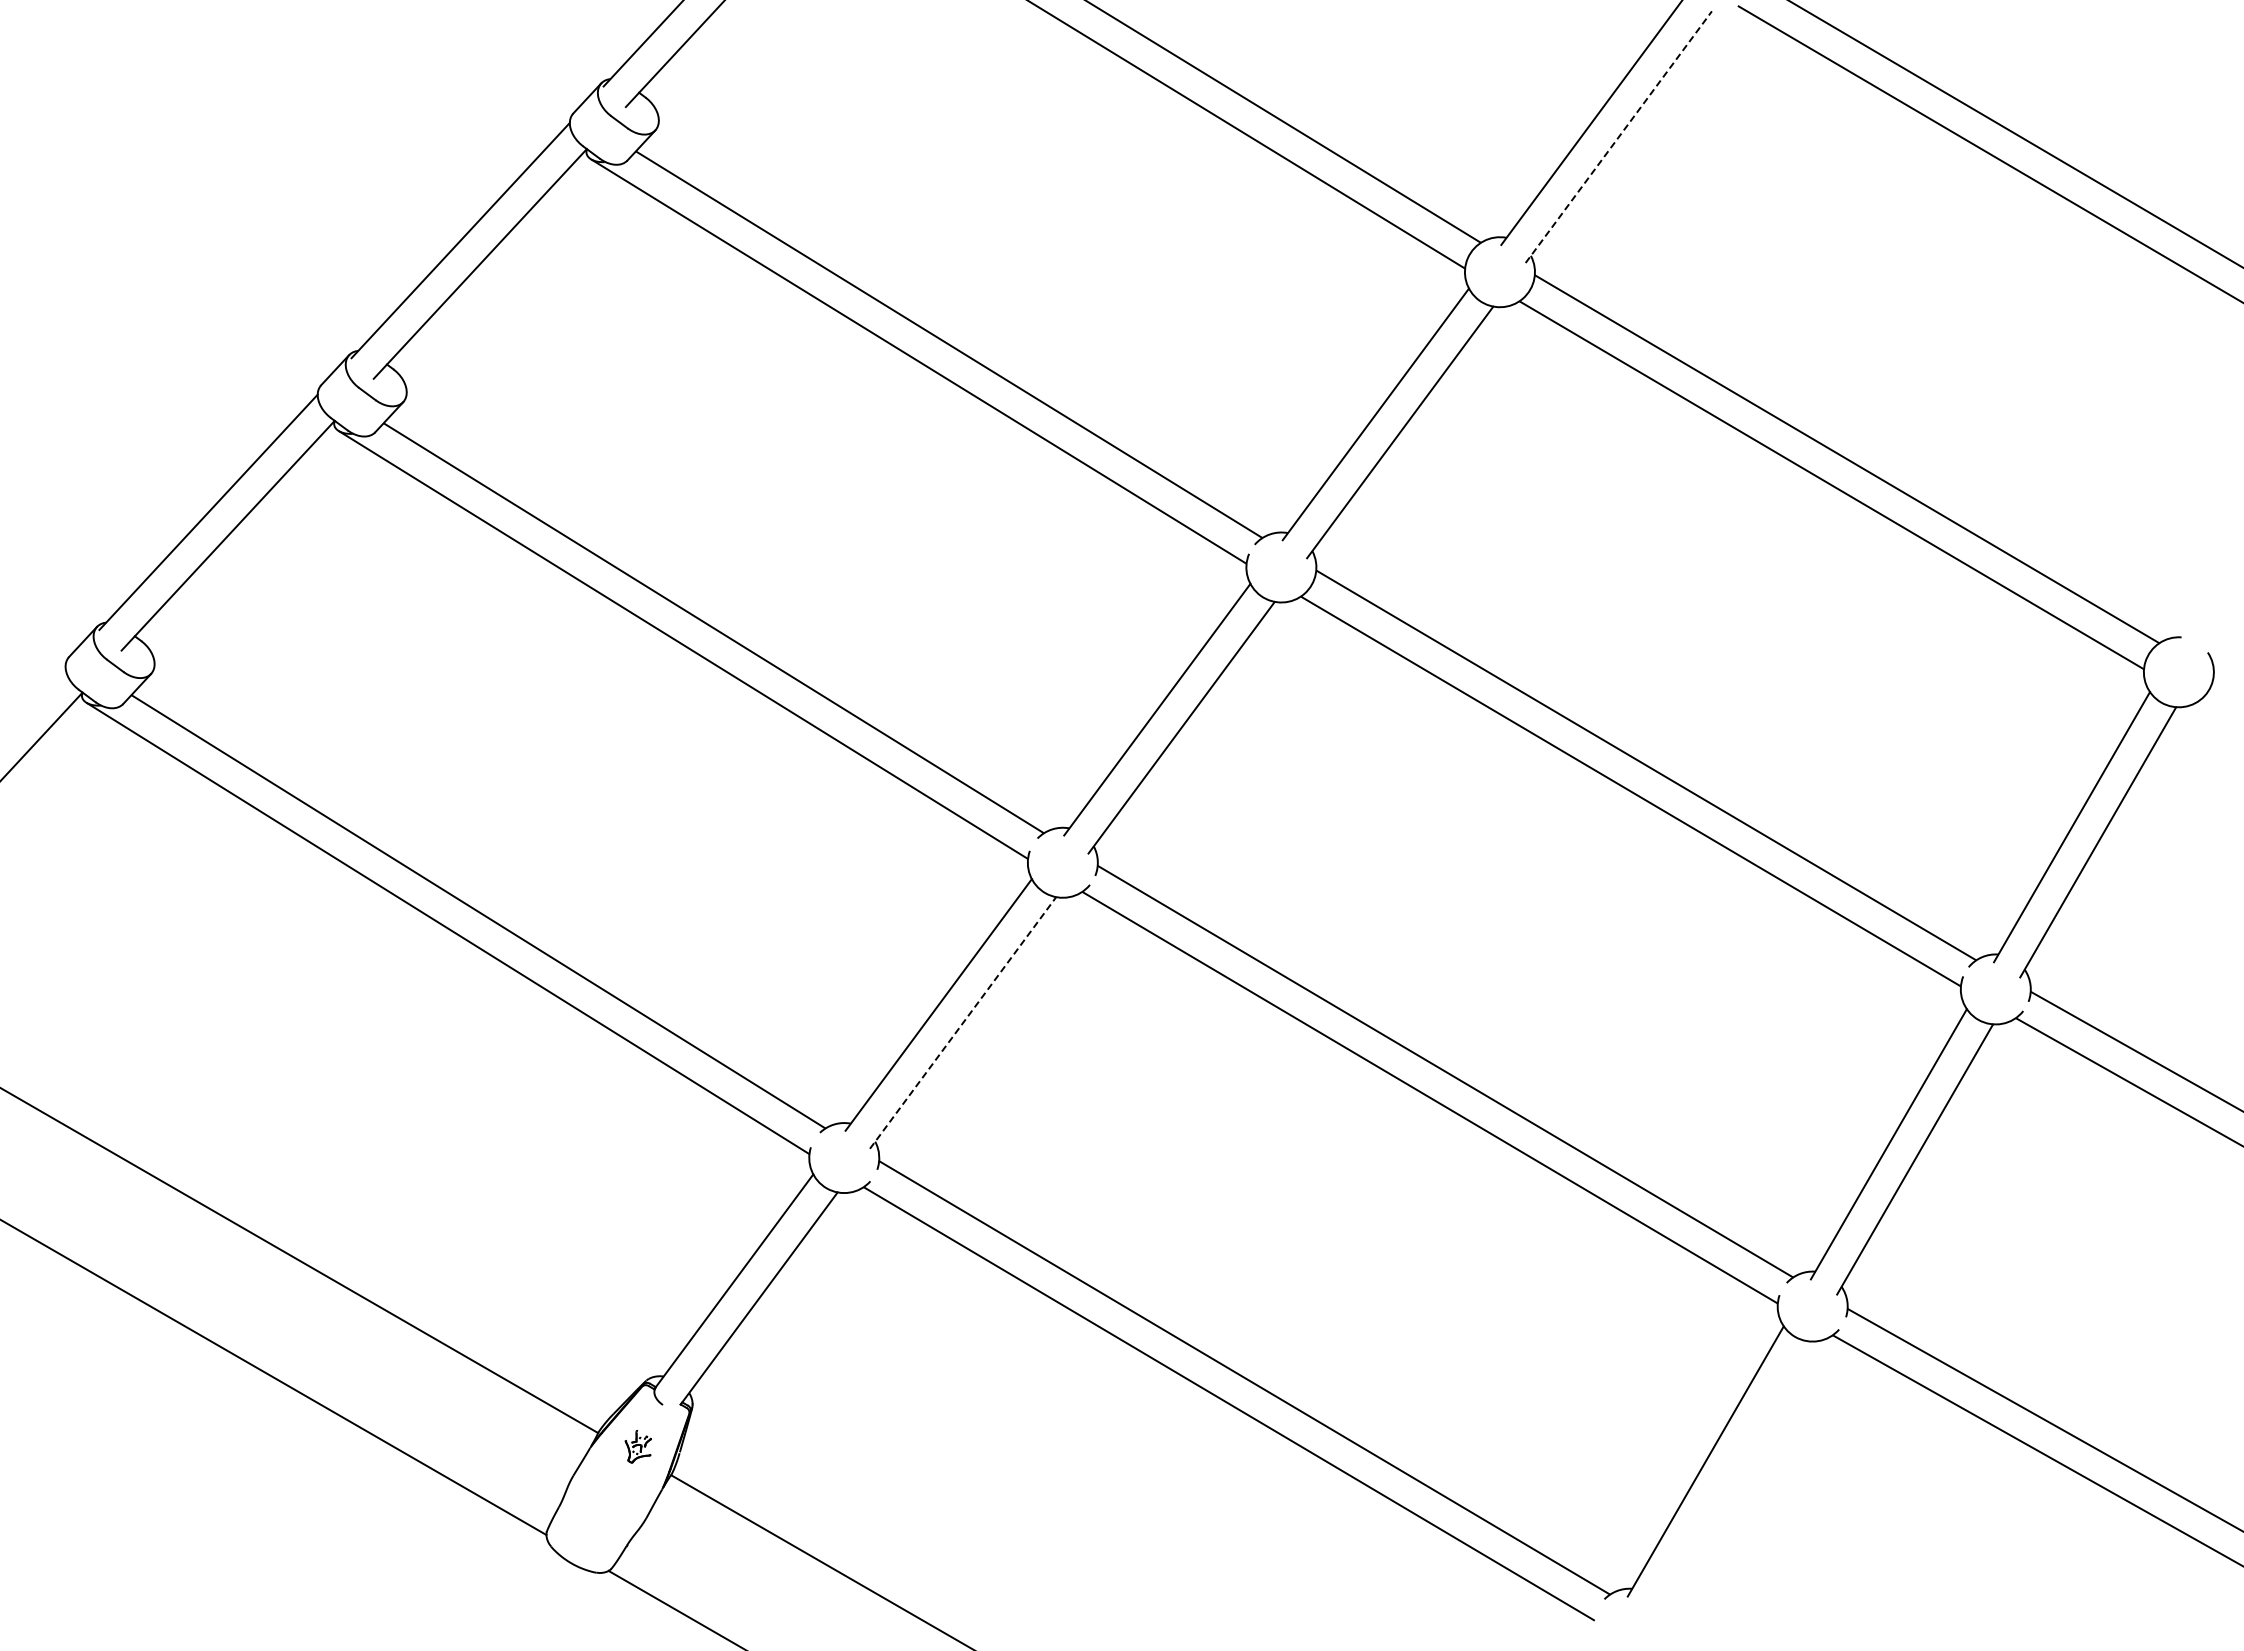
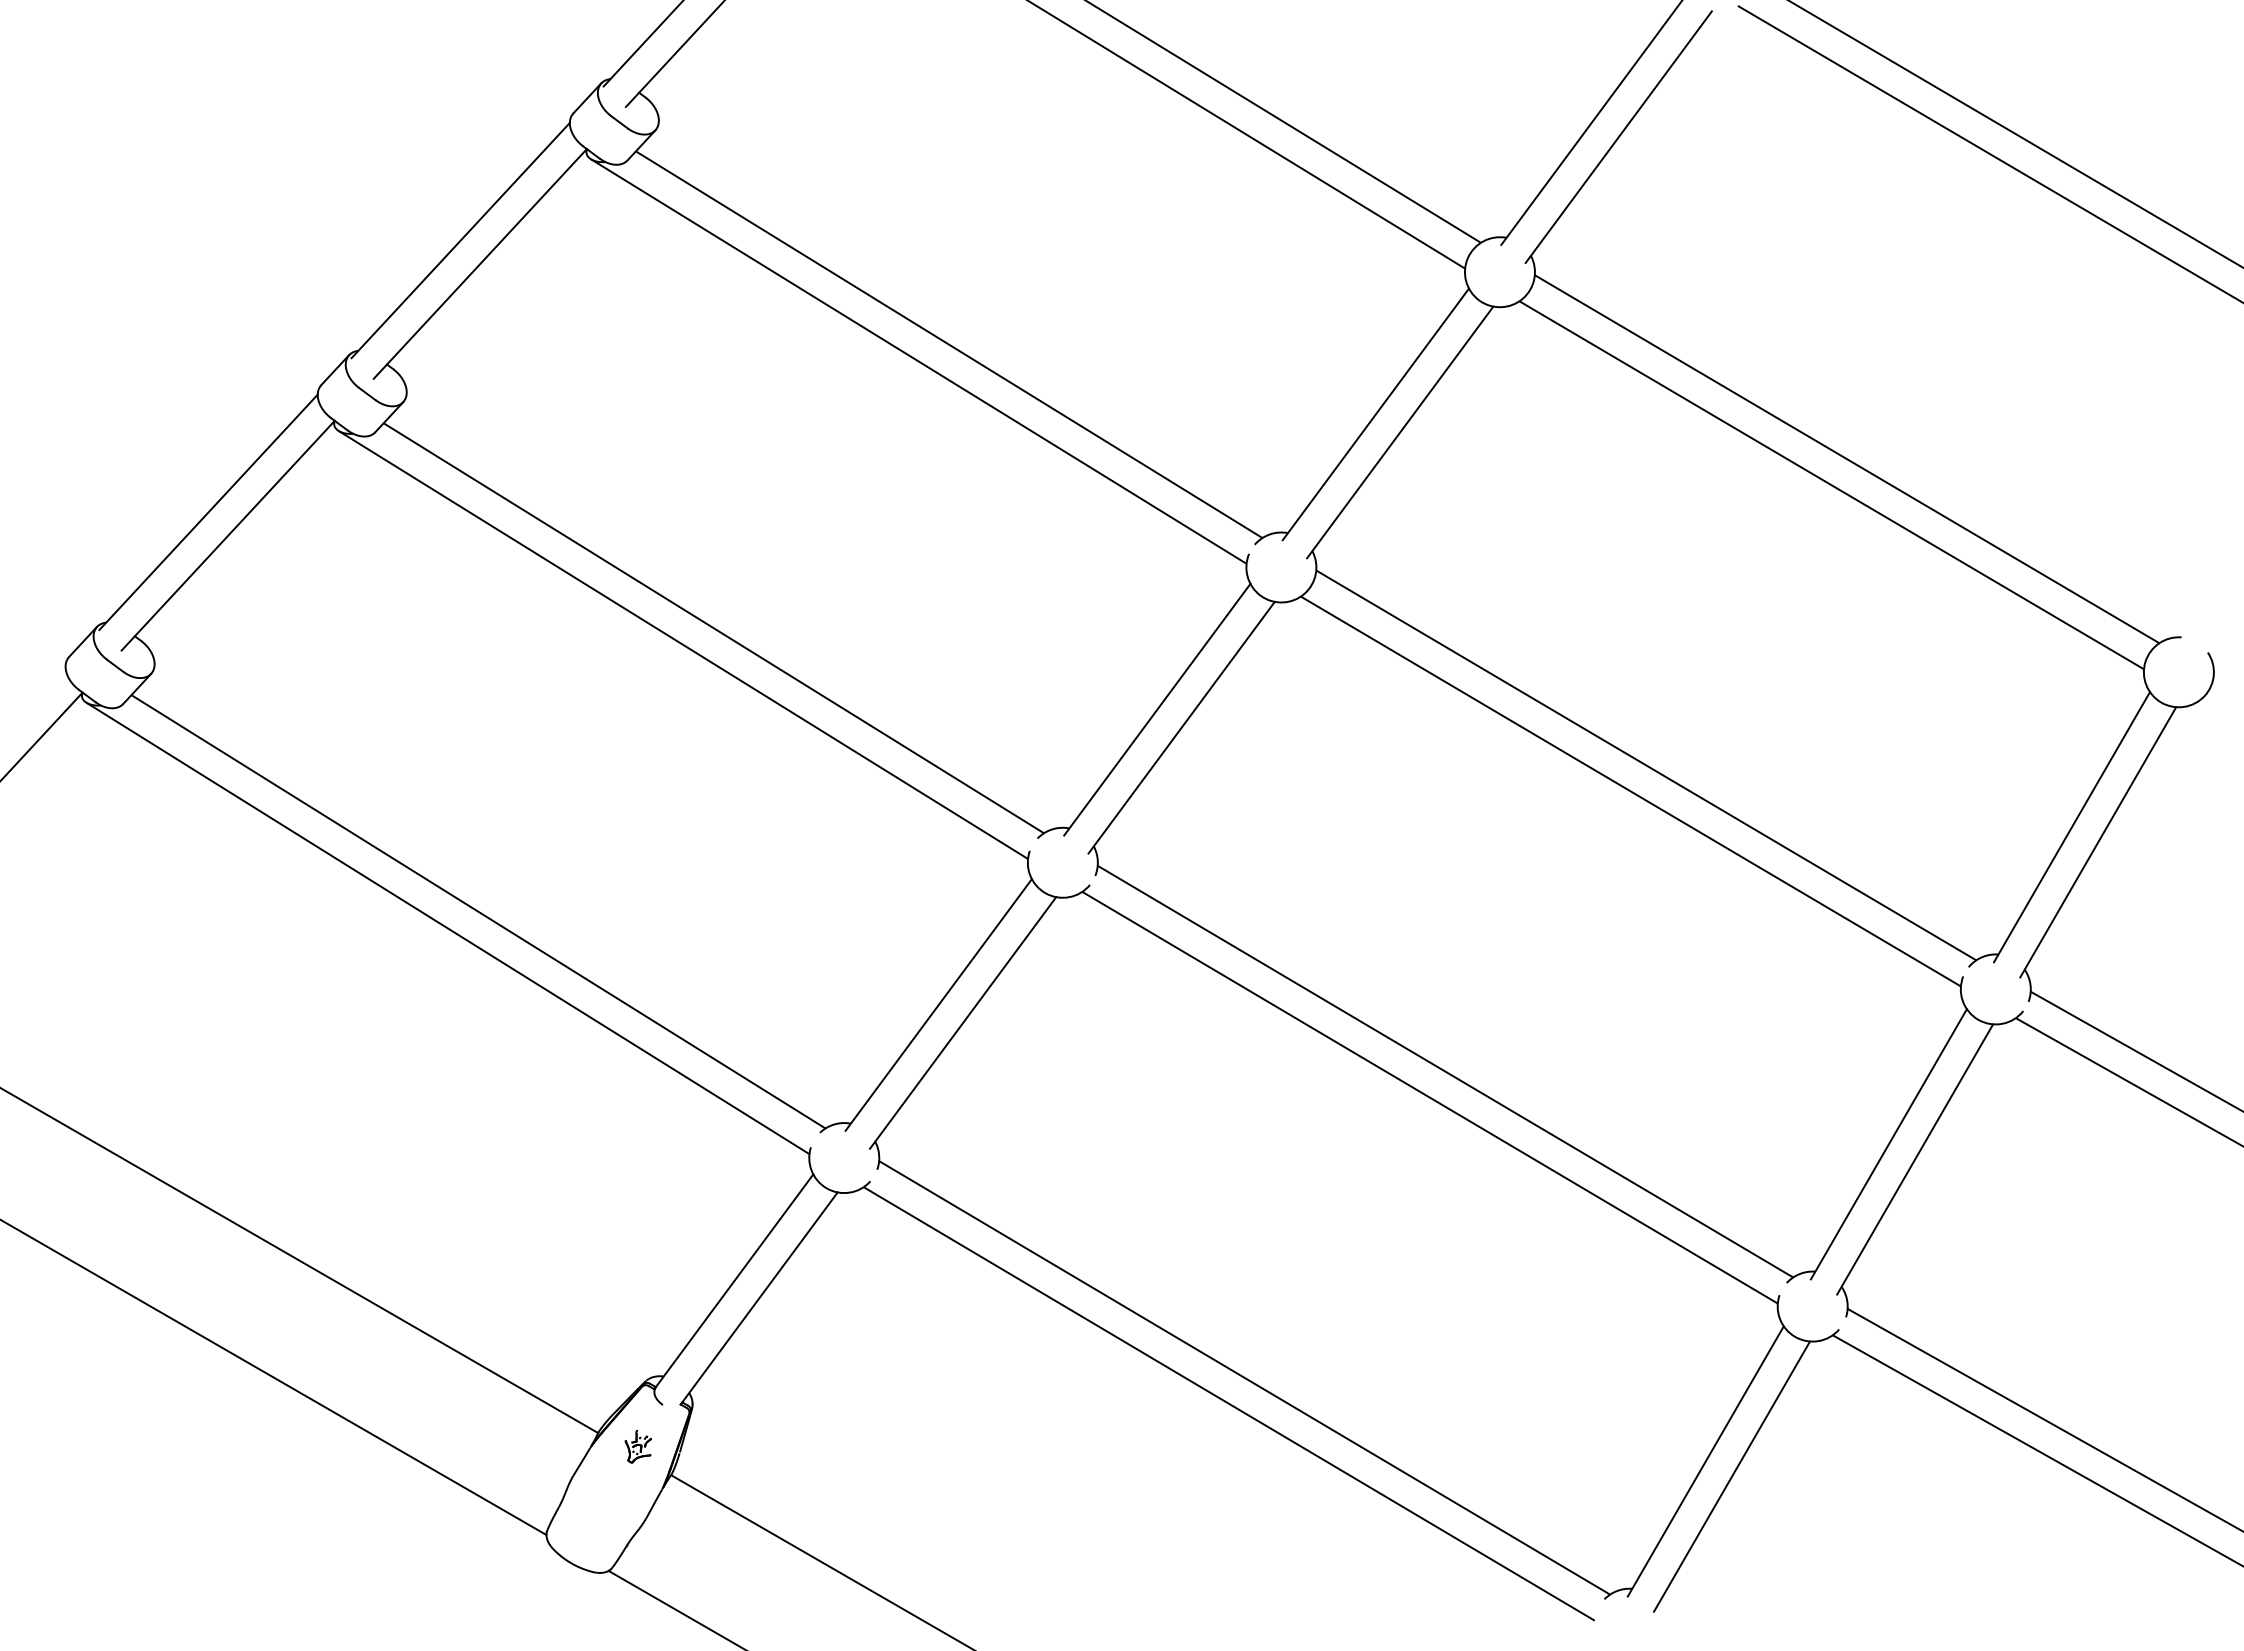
line at (1618, 137): dashed -> solid
line at (963, 1022): dashed -> solid
line at (1732, 1476): none -> present
